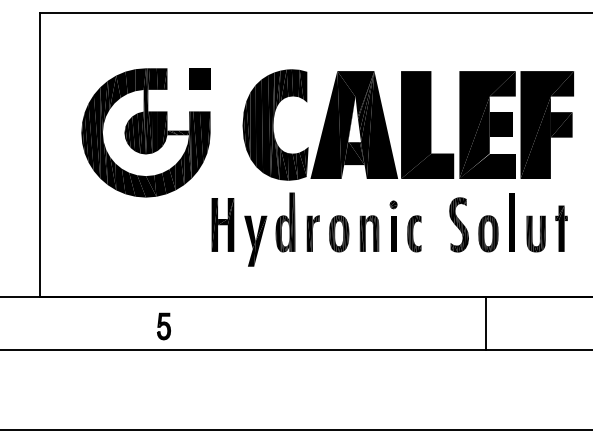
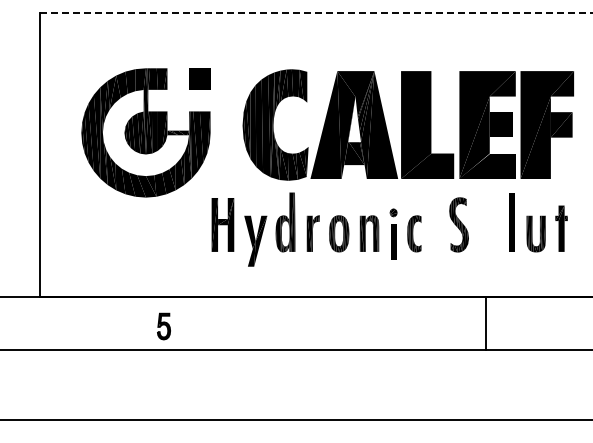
line at (316, 13): solid -> dashed
part at (393, 225) position: (393, 225) -> (393, 233)
part at (488, 233): present -> none
line at (295, 429) position: (295, 429) -> (295, 419)
